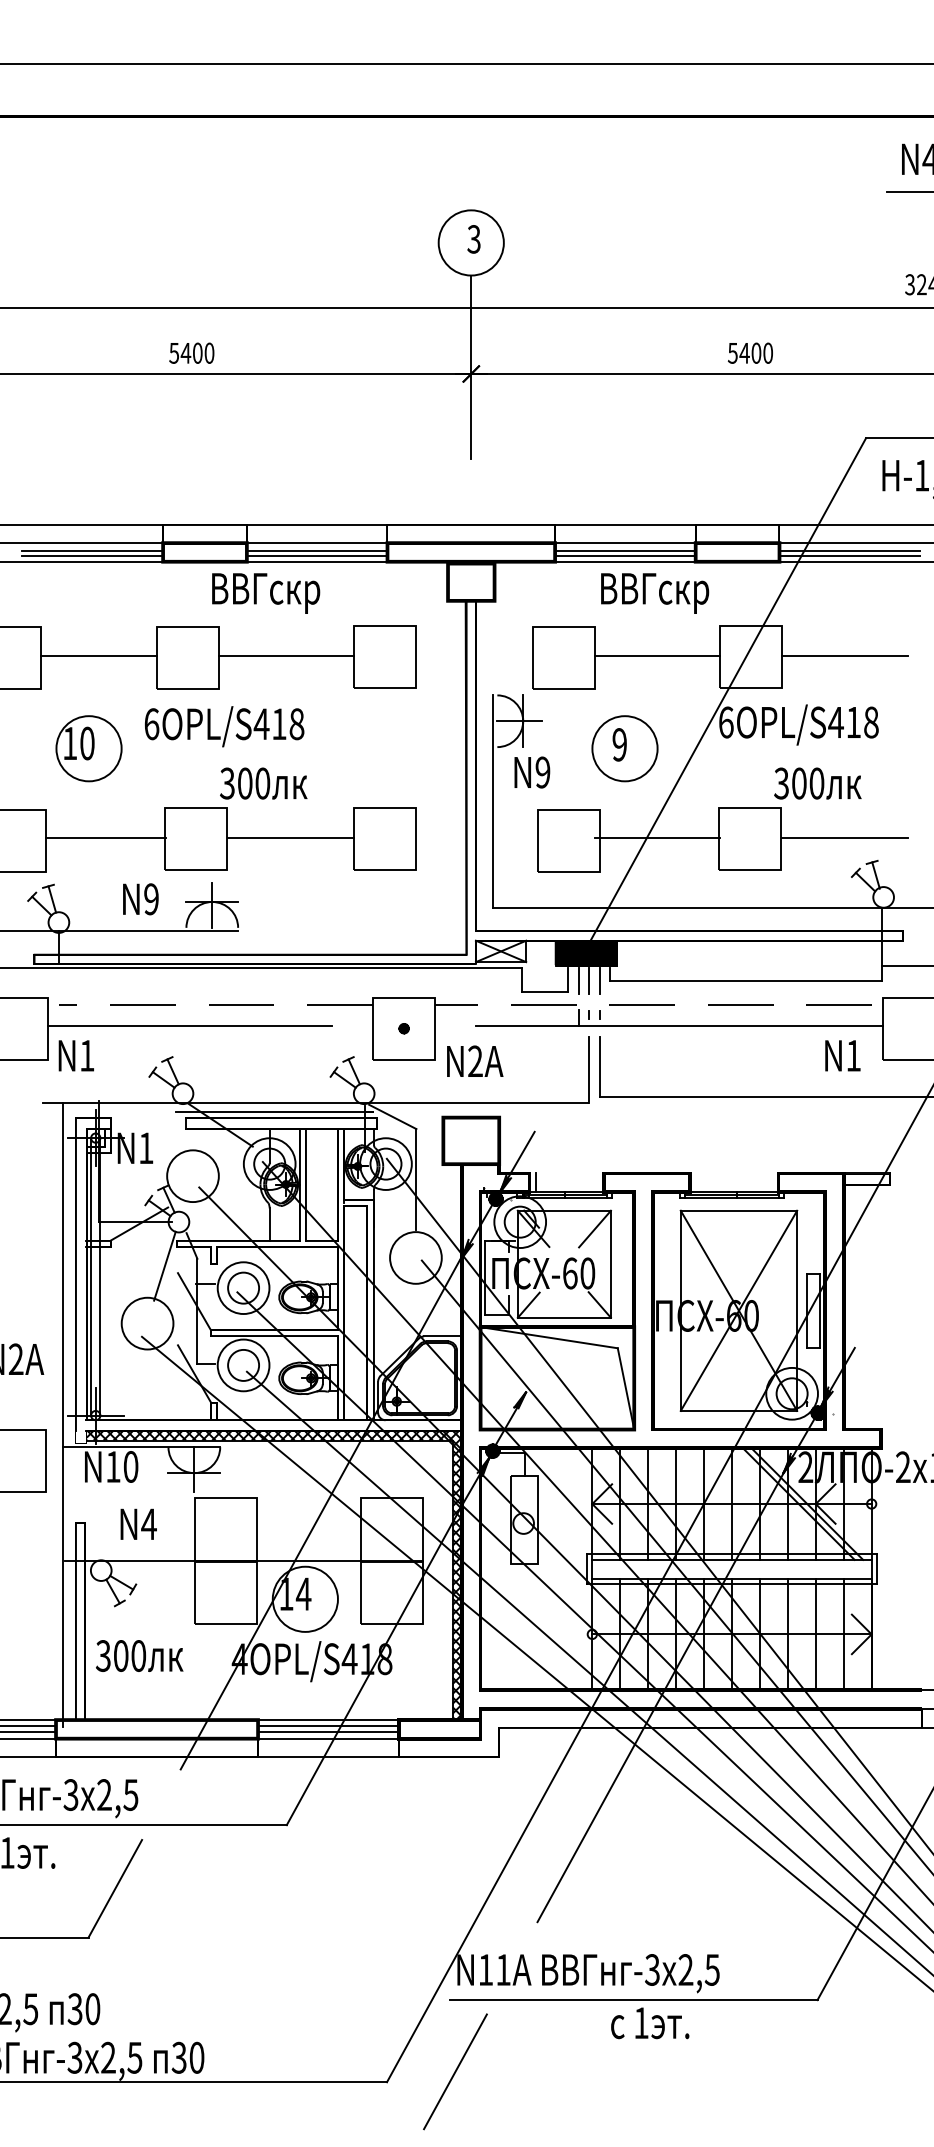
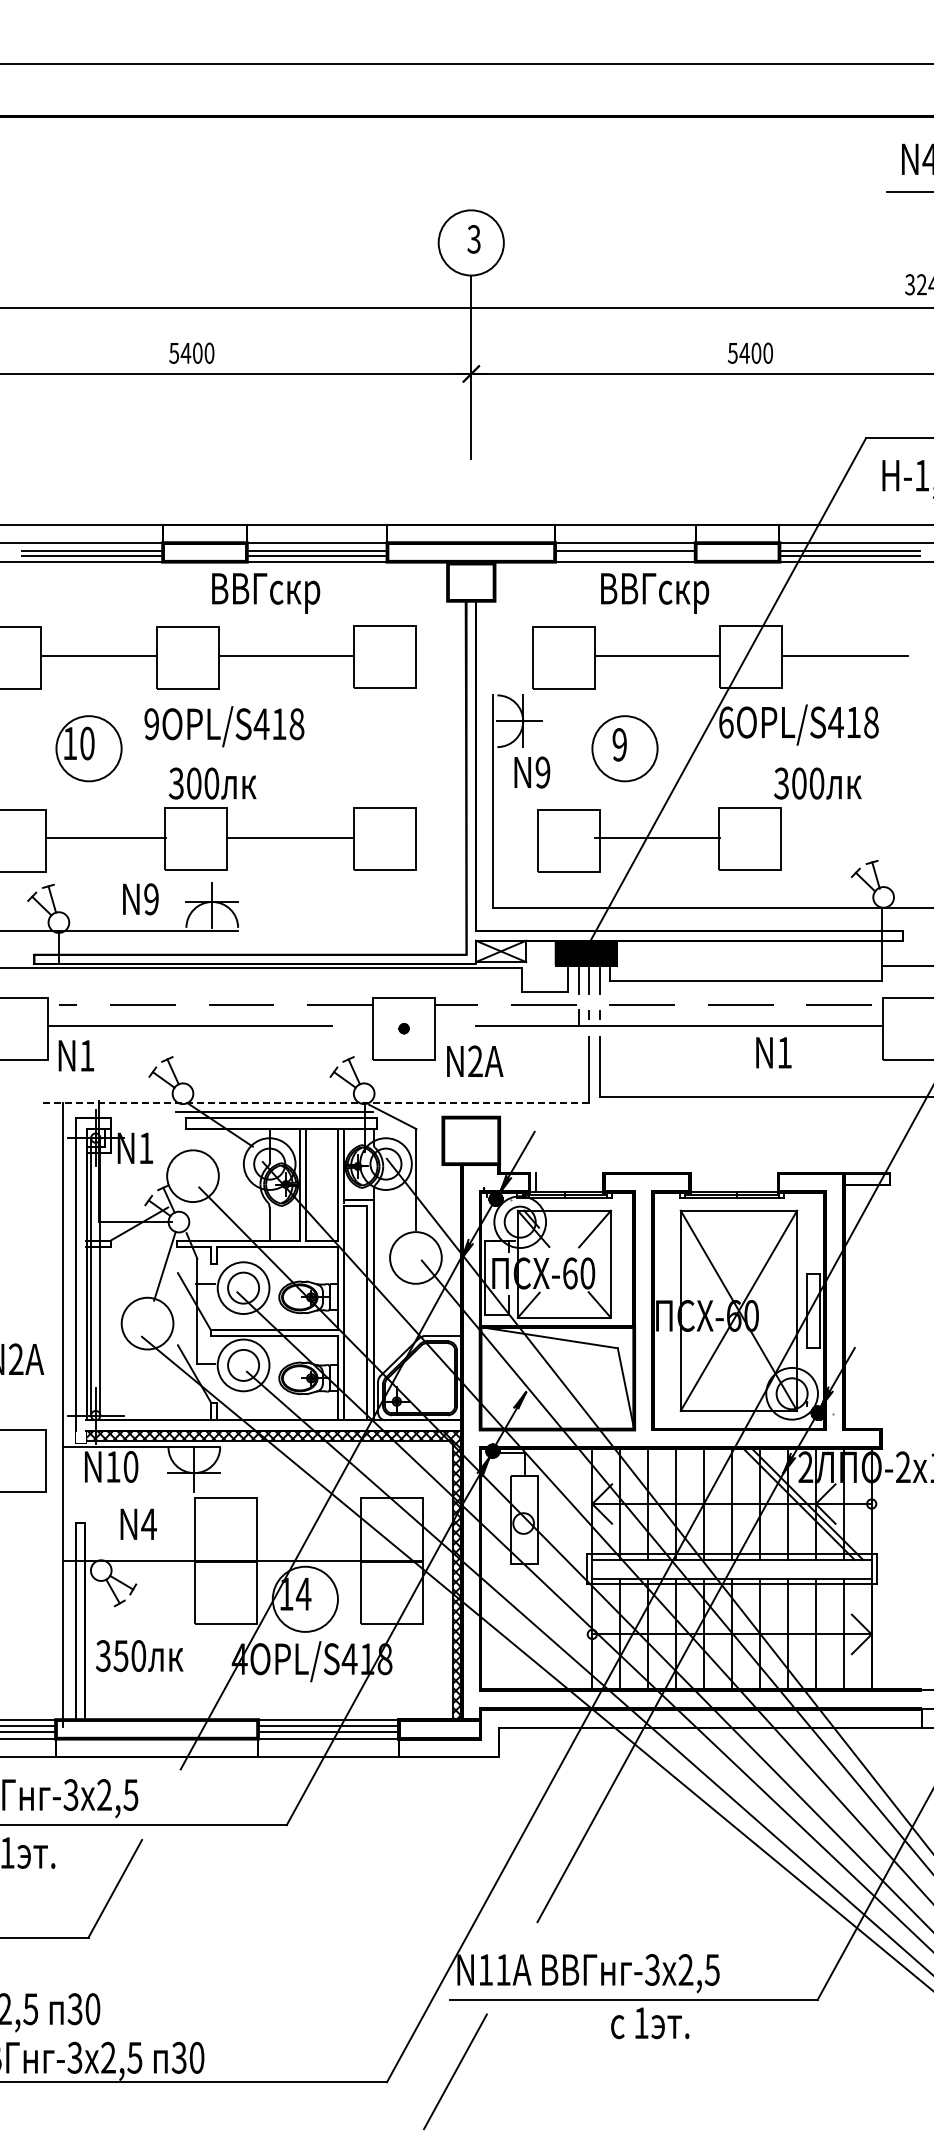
line at (625, 556): present -> none
text at (151, 724): 6OPL/S418 -> 9OPL/S418
text at (263, 783) position: (263, 783) -> (212, 783)
line at (844, 837): present -> none
text at (842, 1055) position: (842, 1055) -> (773, 1052)
line at (315, 1102): solid -> dashed
text at (120, 1655): 300 -> 350
